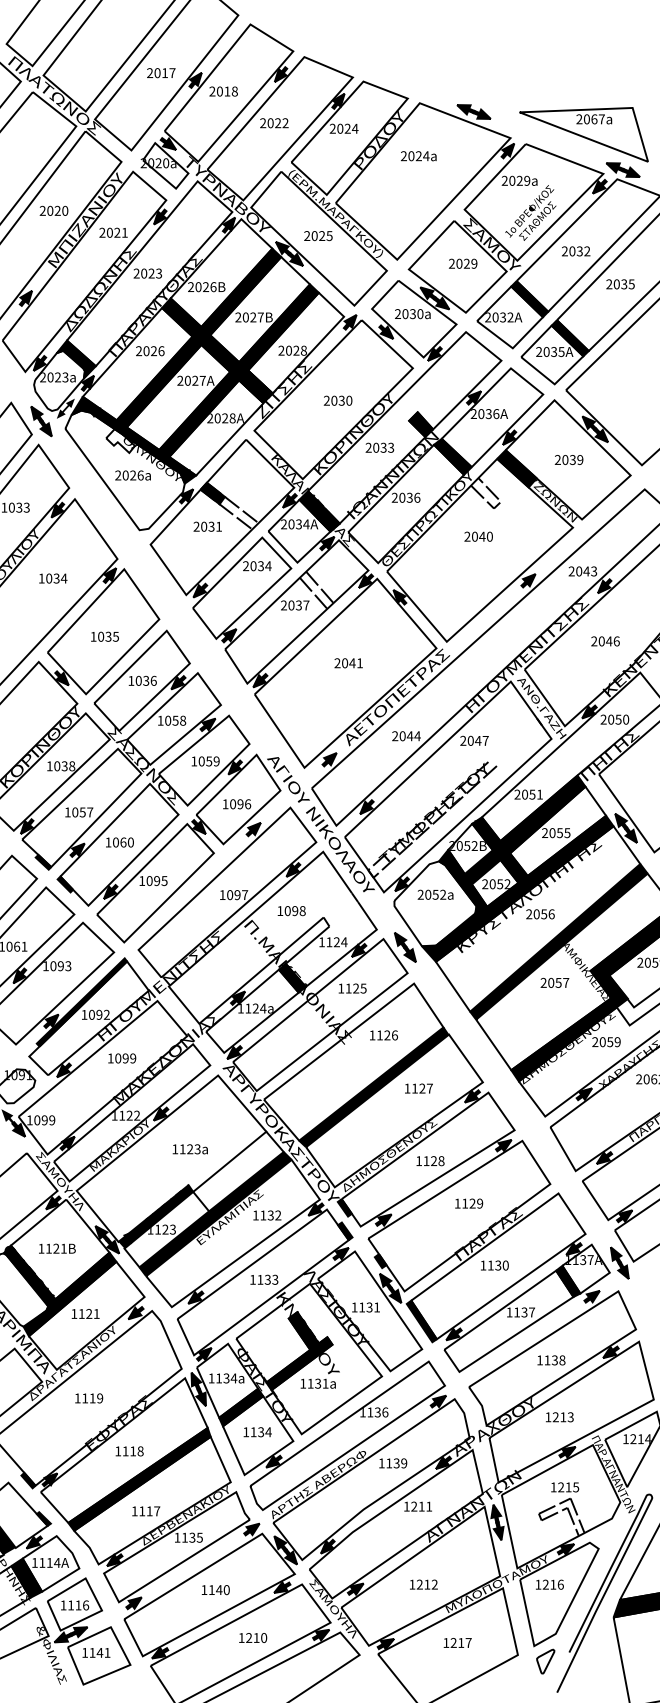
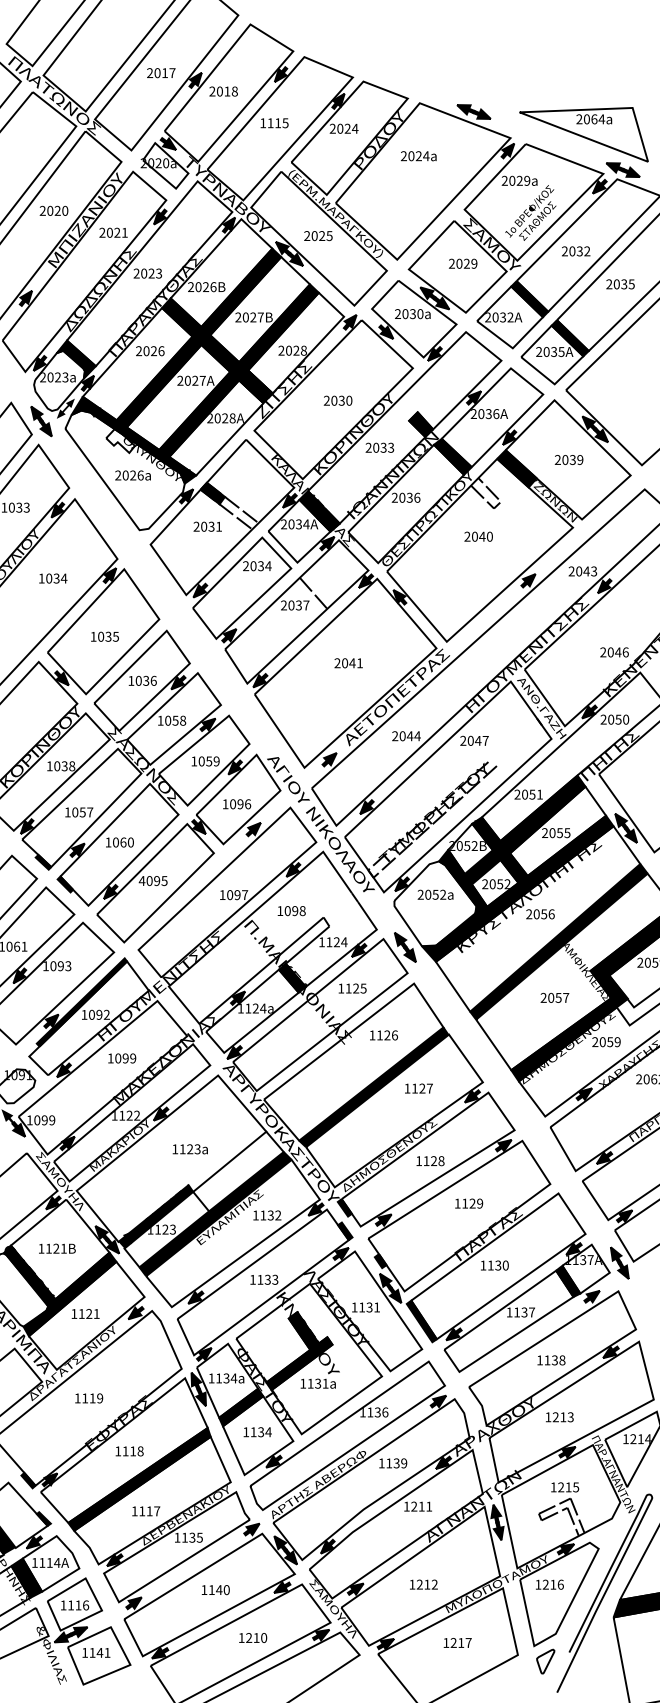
text at (601, 119): 2067a -> 2064a
text at (274, 123): 2022 -> 1115
line at (319, 587): present -> none
text at (605, 641) position: (605, 641) -> (614, 652)
text at (141, 880): 1095 -> 4095
text at (554, 982) position: (554, 982) -> (554, 997)
